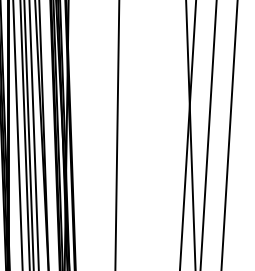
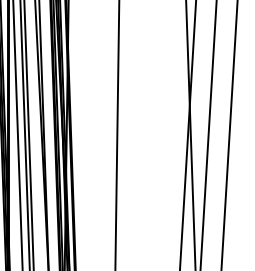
line at (33, 134): present -> none
